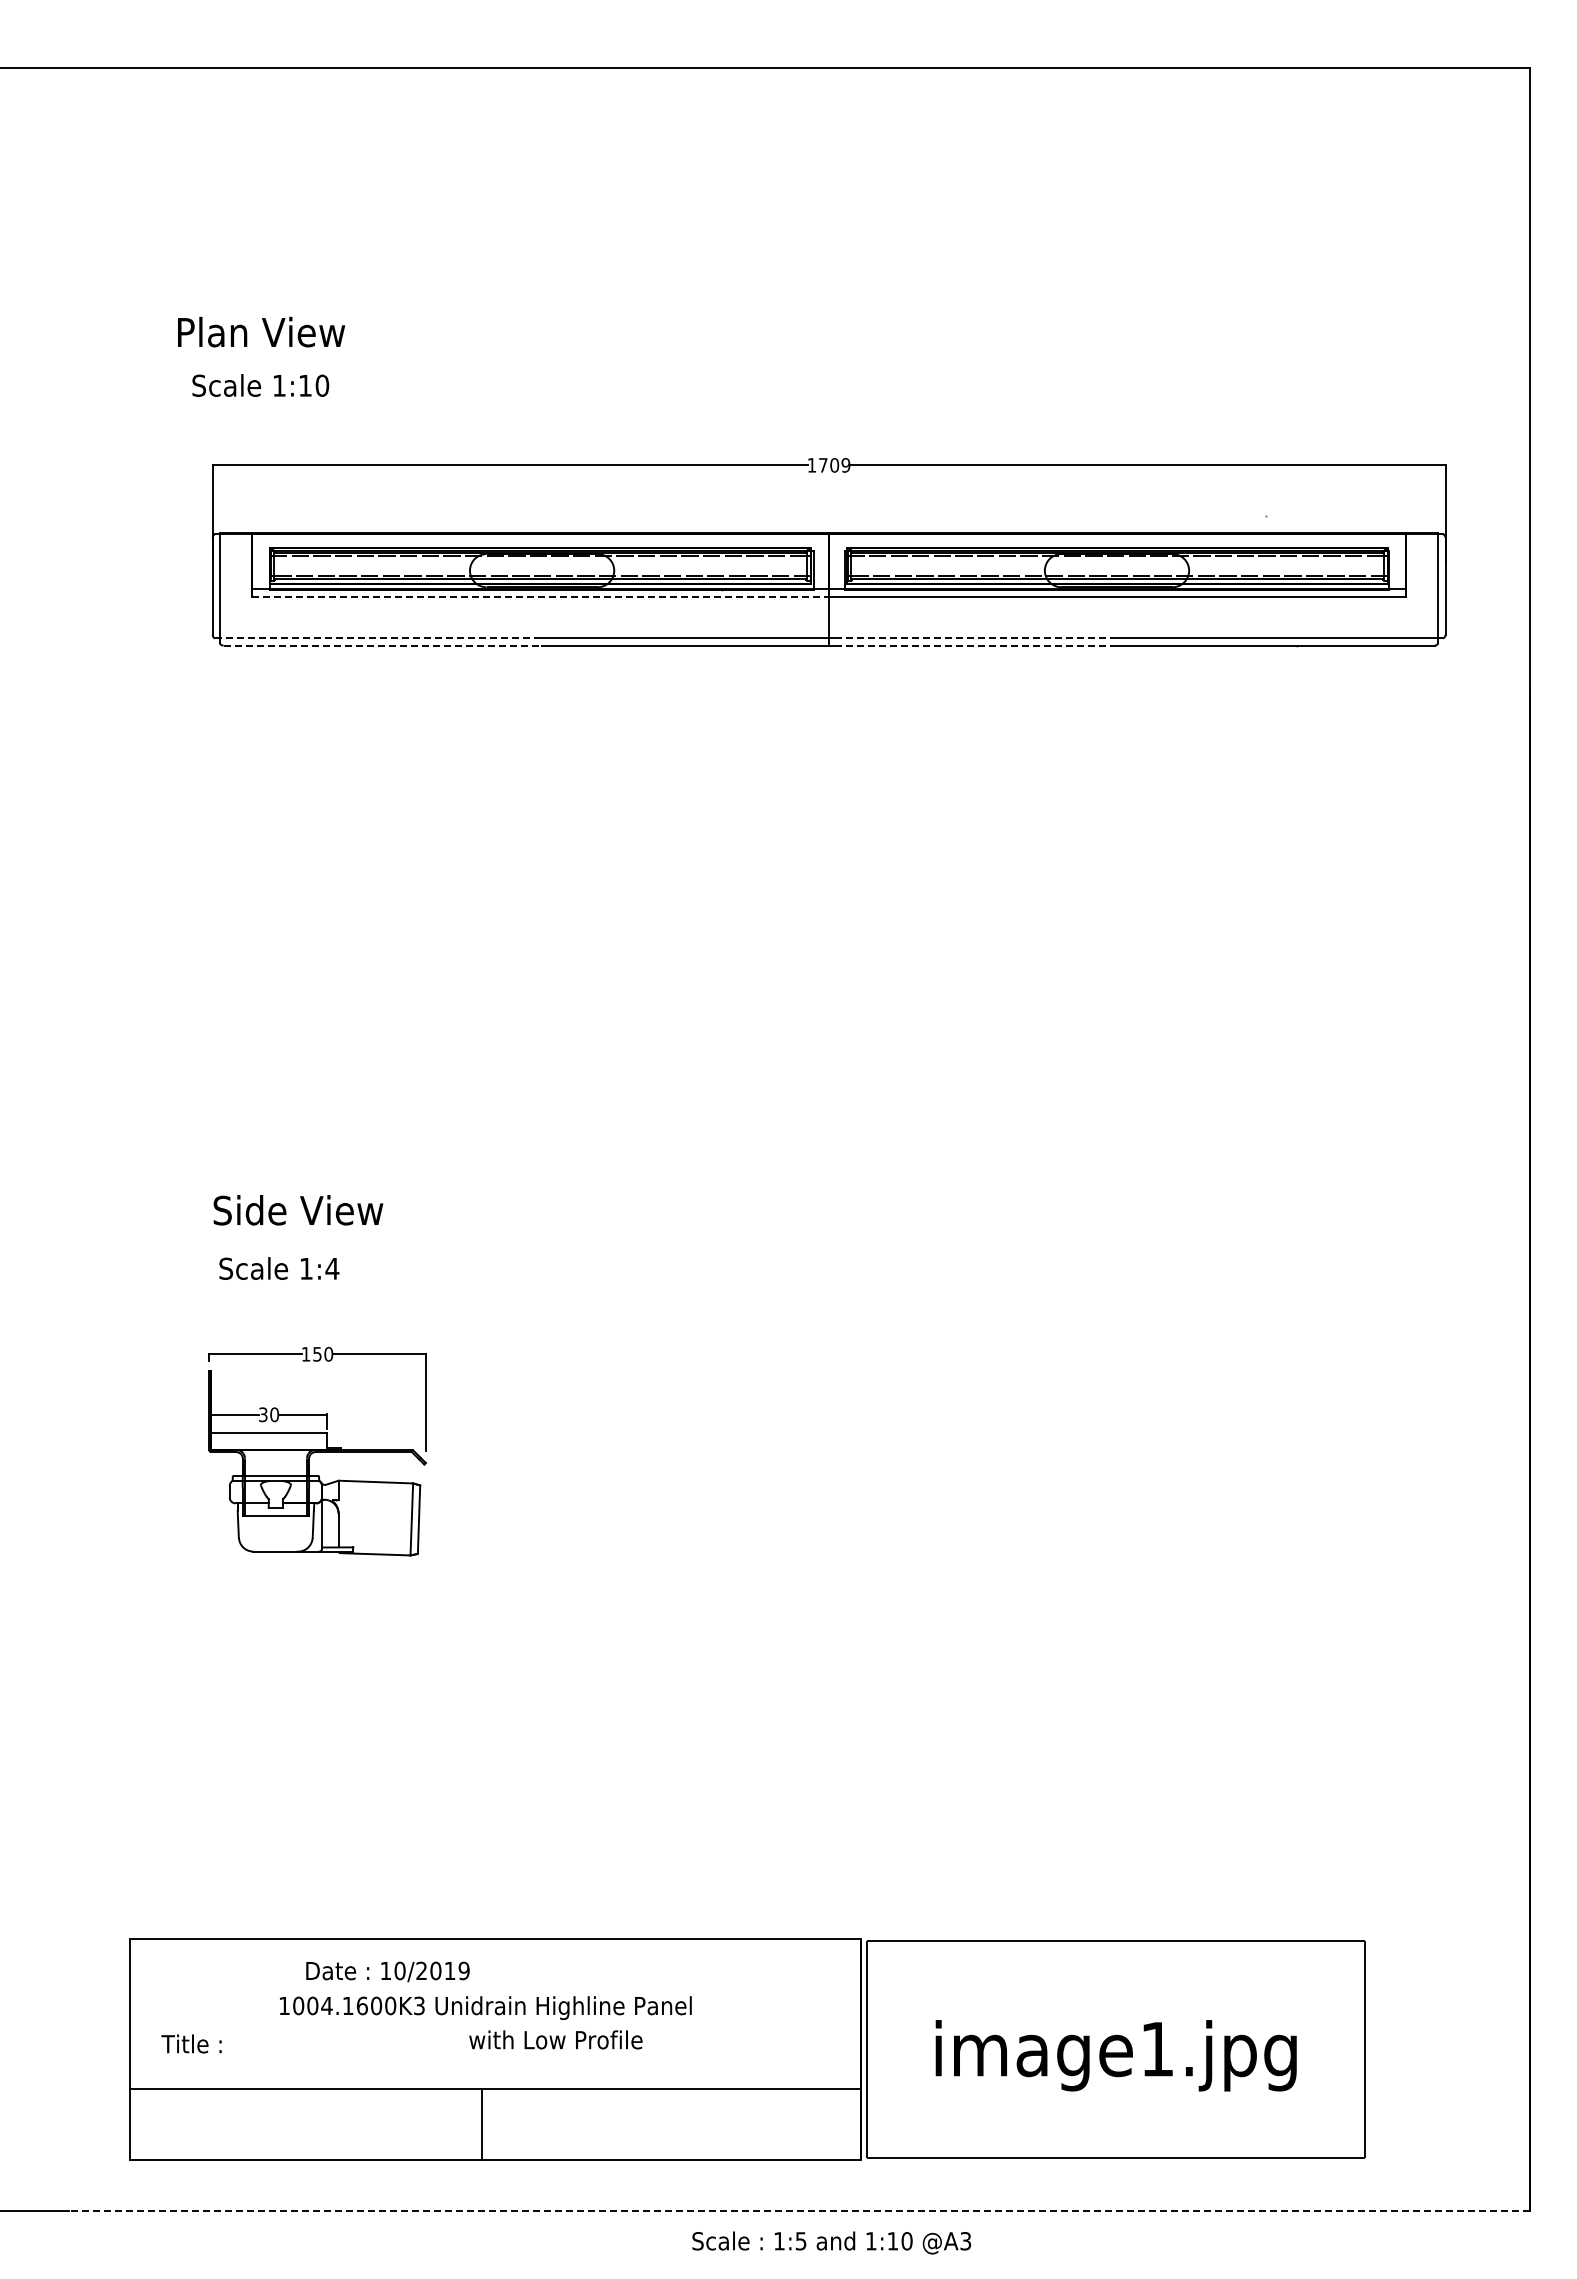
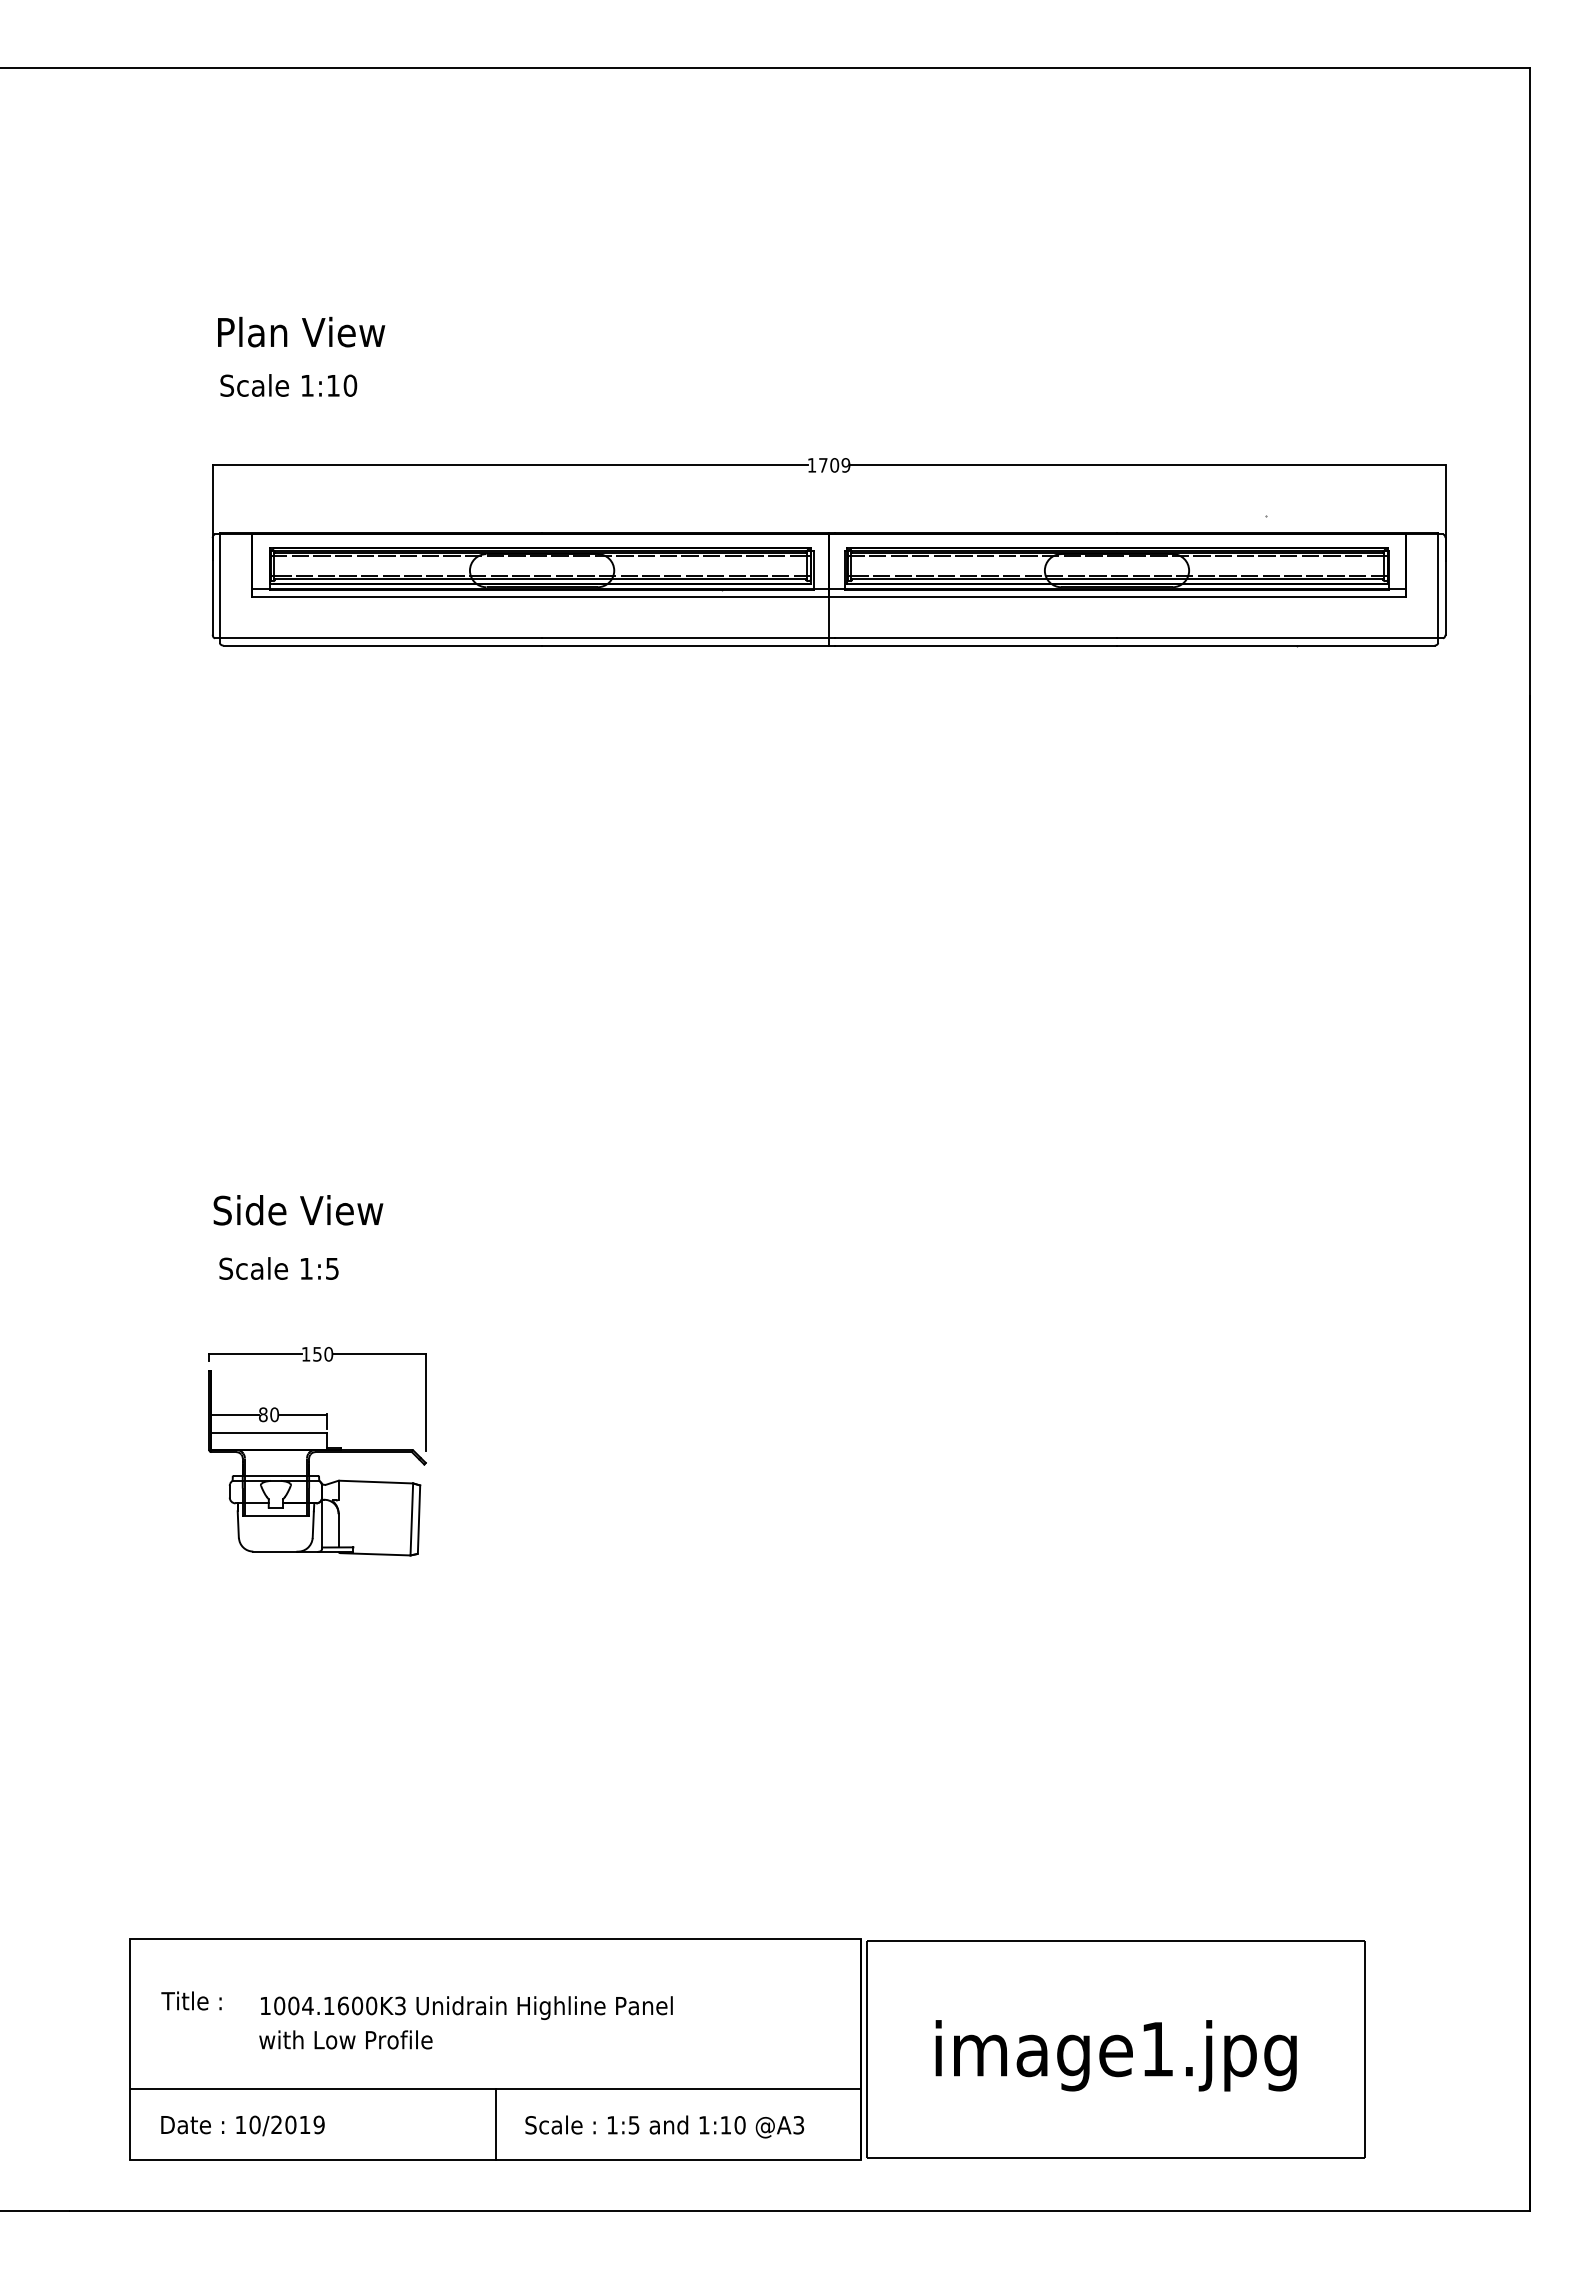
text at (261, 331) position: (261, 331) -> (301, 331)
text at (260, 385) position: (260, 385) -> (288, 385)
line at (540, 596): dashed -> solid
line at (378, 638): dashed -> solid
line at (975, 638): dashed -> solid
line at (383, 645): dashed -> solid
line at (975, 645): dashed -> solid
text at (332, 1268): 1:4 -> 1:5
text at (263, 1414): 30 -> 80
text at (387, 1971) position: (387, 1971) -> (242, 2125)
text at (485, 2007) position: (485, 2007) -> (466, 2007)
text at (555, 2039) position: (555, 2039) -> (345, 2039)
text at (191, 2043) position: (191, 2043) -> (191, 2000)
line at (481, 2124) position: (481, 2124) -> (495, 2124)
line at (799, 2210): dashed -> solid
text at (831, 2242) position: (831, 2242) -> (664, 2126)
